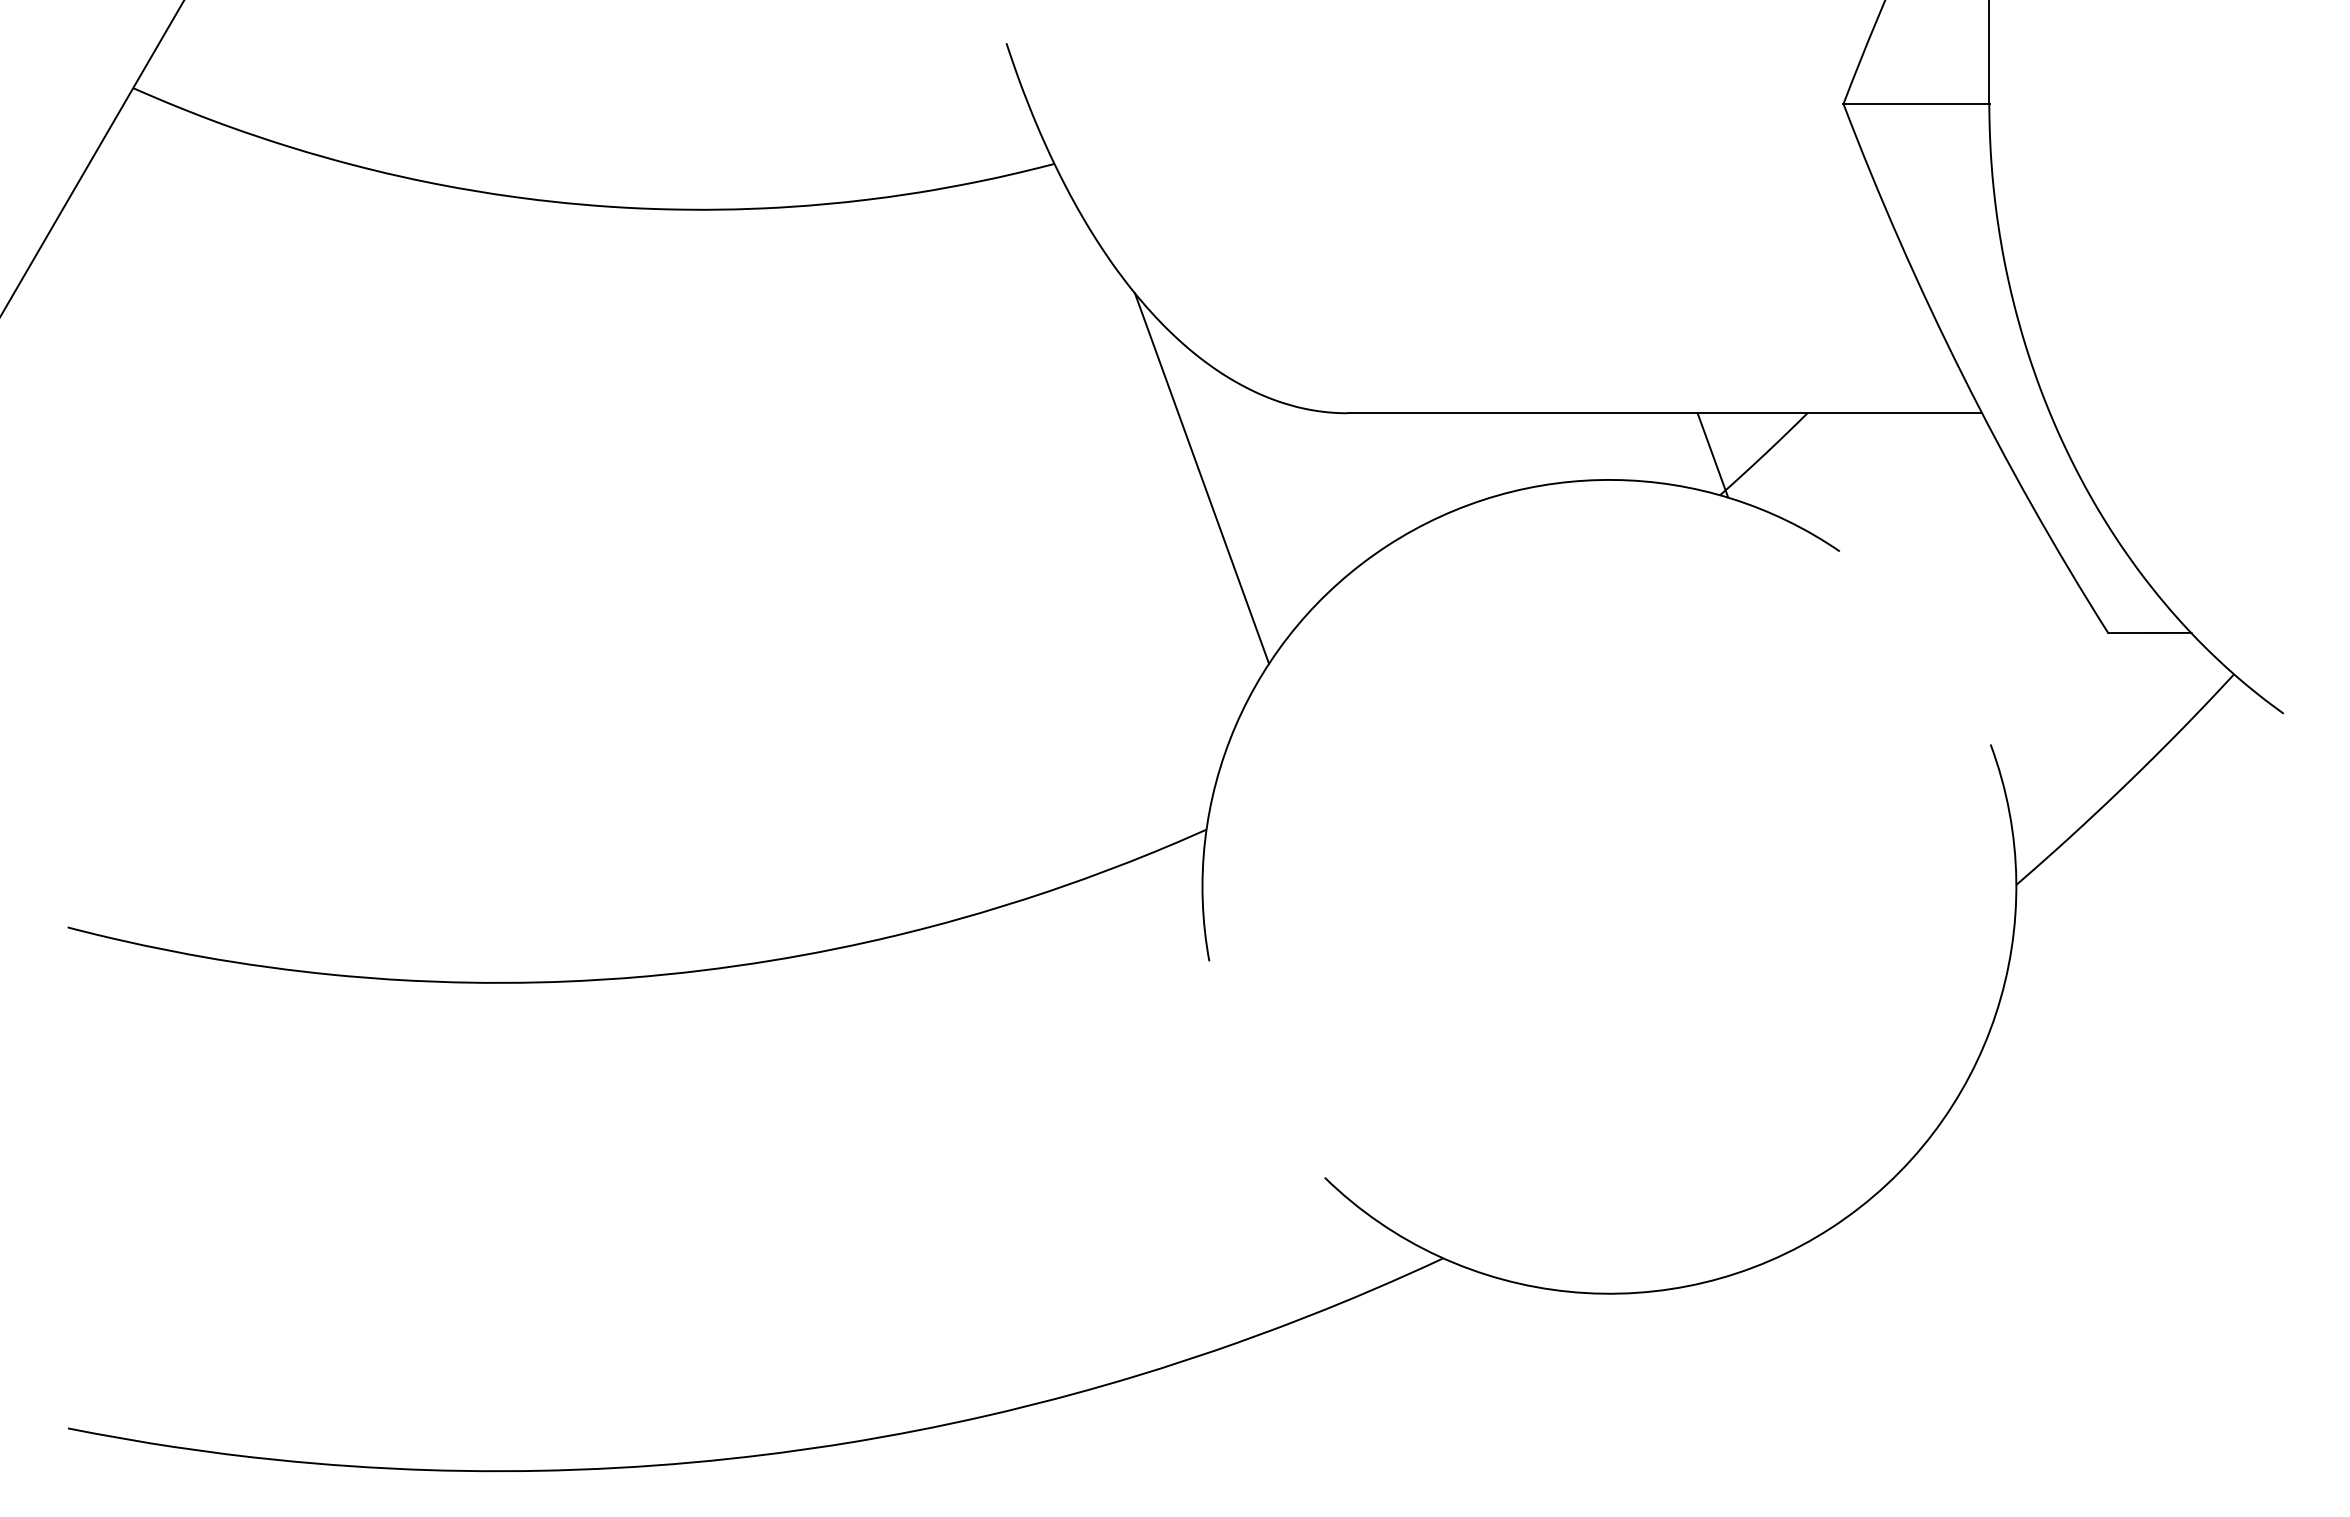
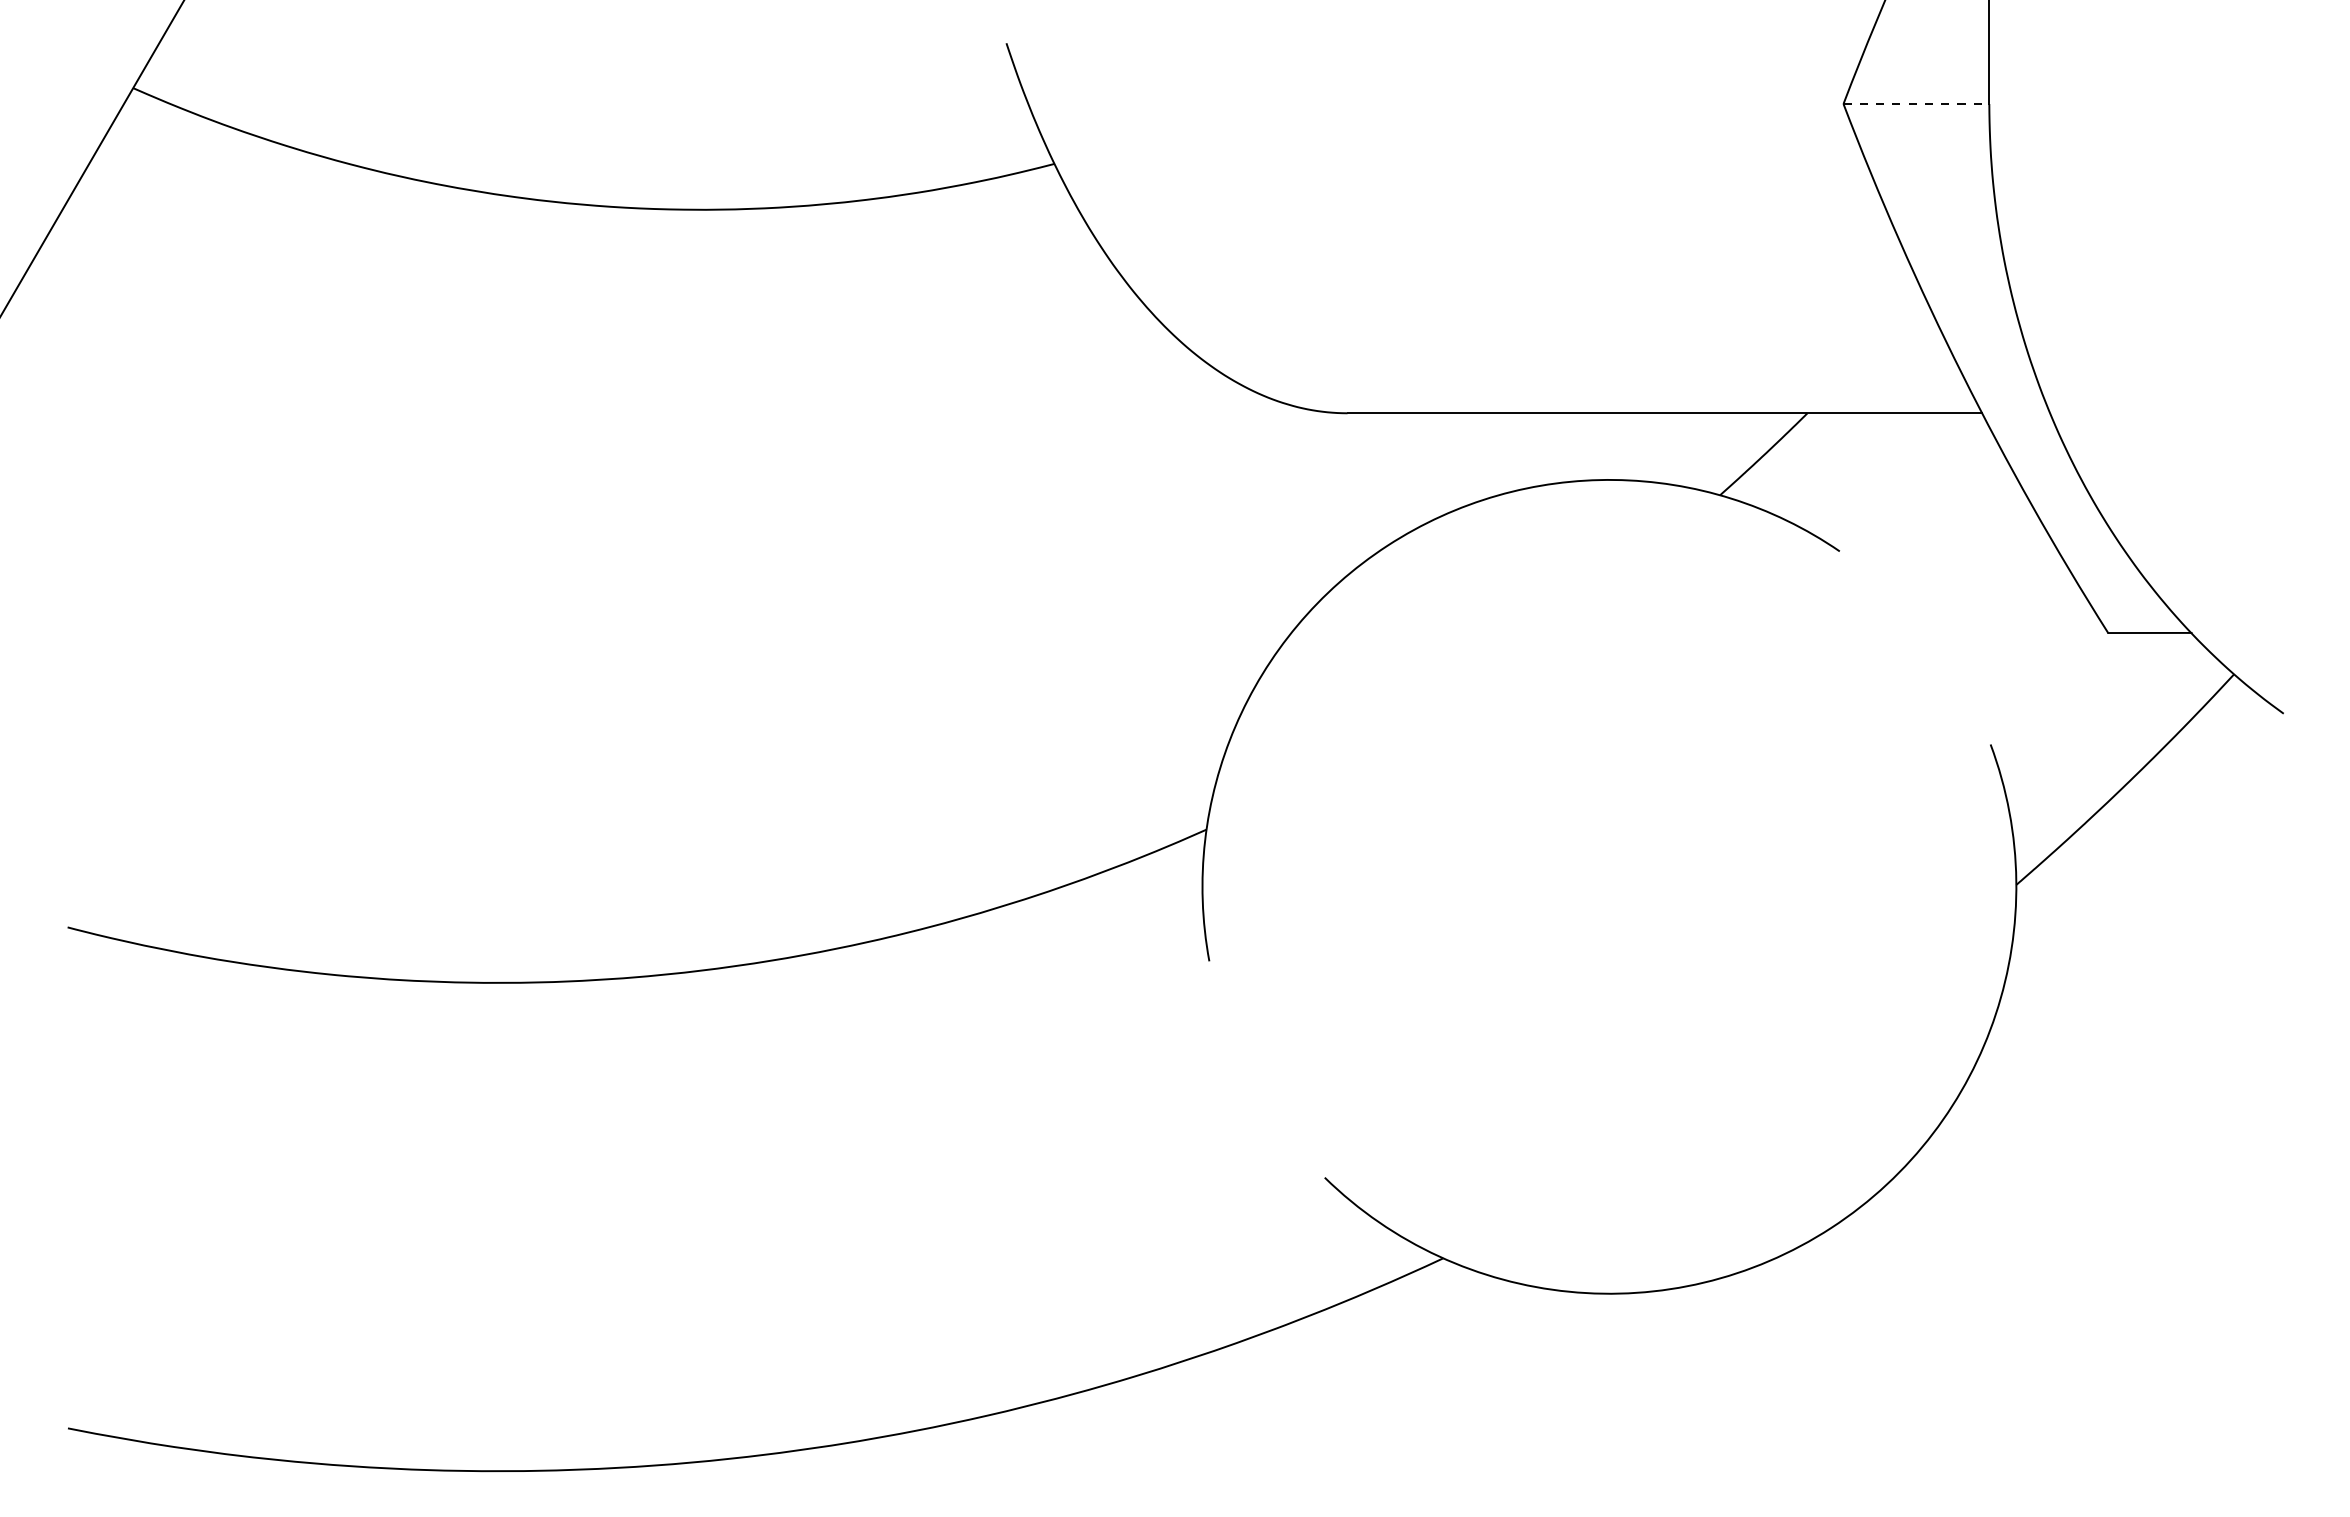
line at (1917, 104): solid -> dashed
line at (1712, 455): present -> none
line at (1201, 478): present -> none
